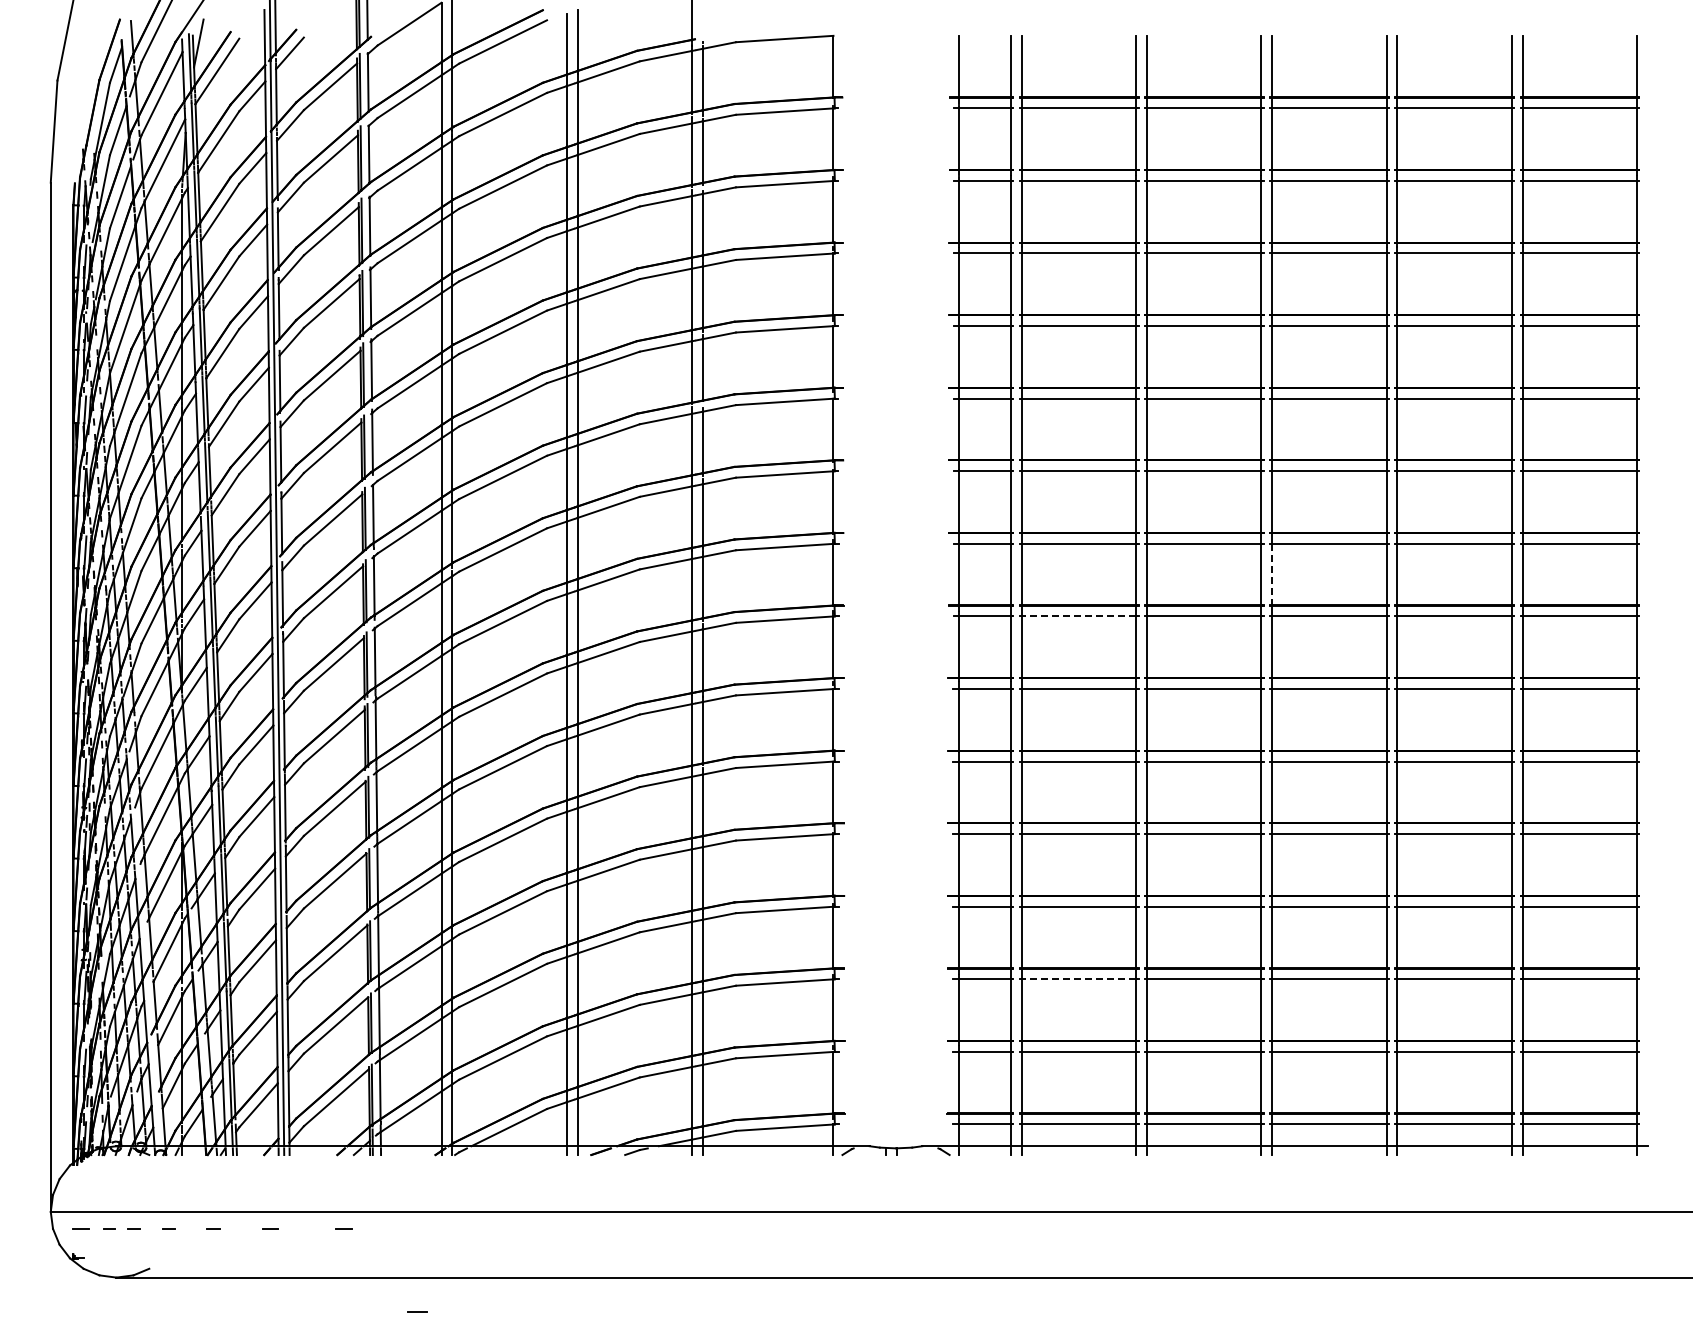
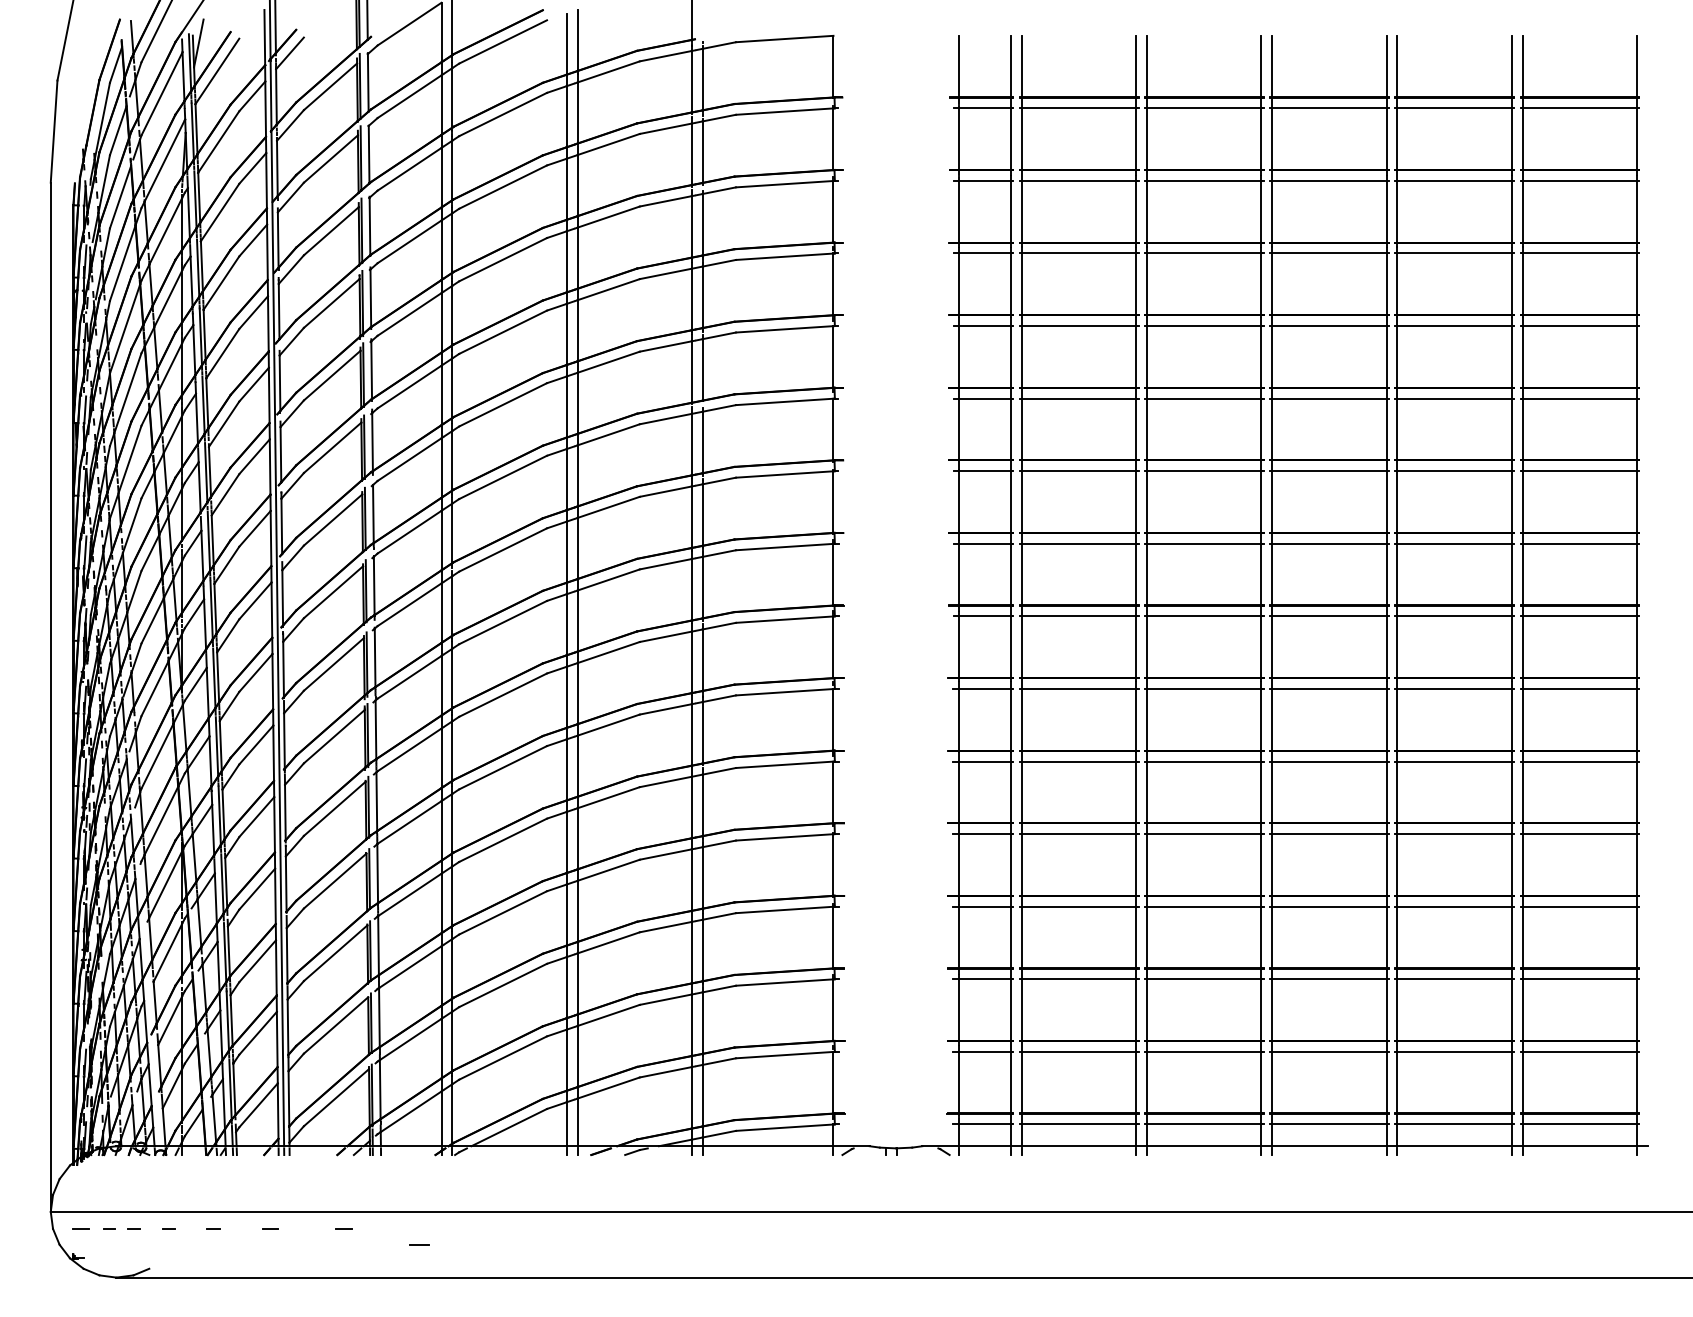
line at (1272, 574): dashed -> solid
line at (1078, 616): dashed -> solid
line at (1078, 979): dashed -> solid
line at (417, 1311) position: (417, 1311) -> (419, 1244)
